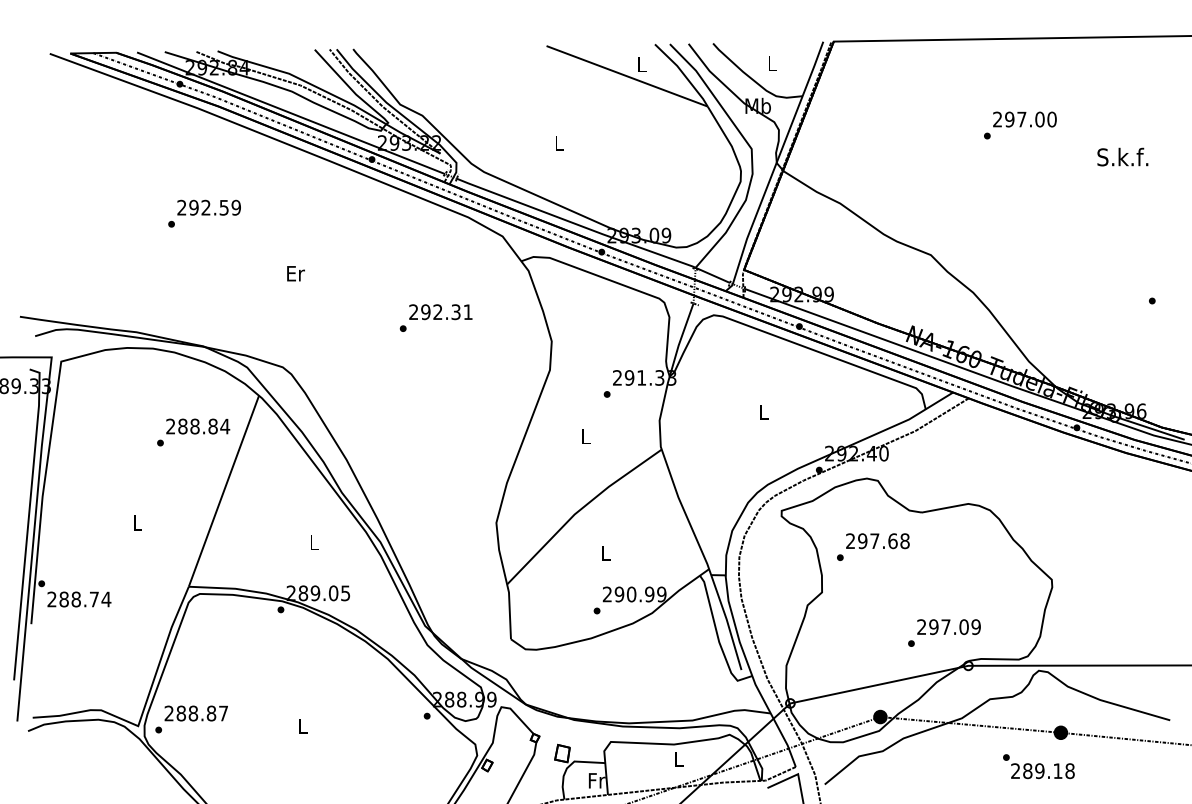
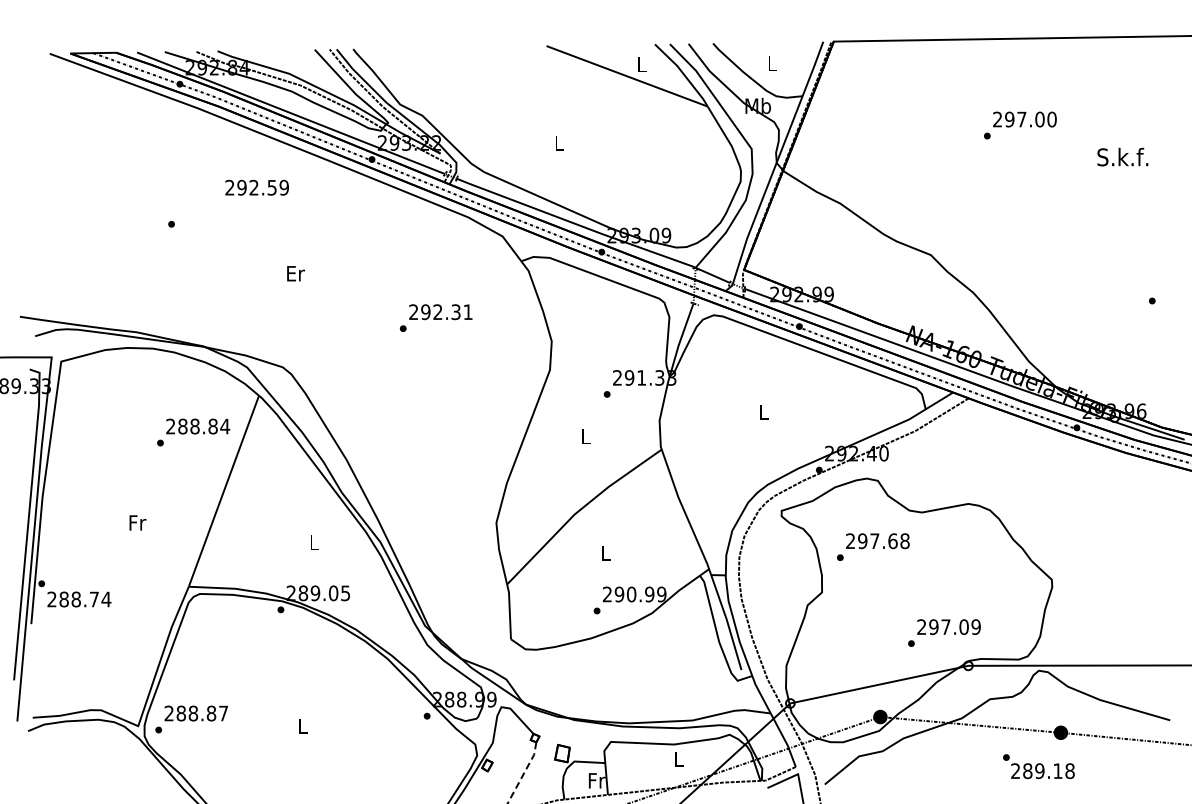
text at (208, 207) position: (208, 207) -> (256, 187)
text at (137, 522): L -> Fr
line at (524, 773): solid -> dashed
